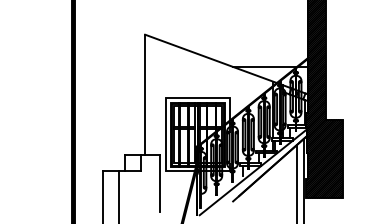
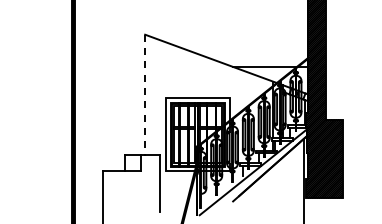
line at (145, 94): solid -> dashed
line at (297, 182): present -> none
line at (119, 195): present -> none
